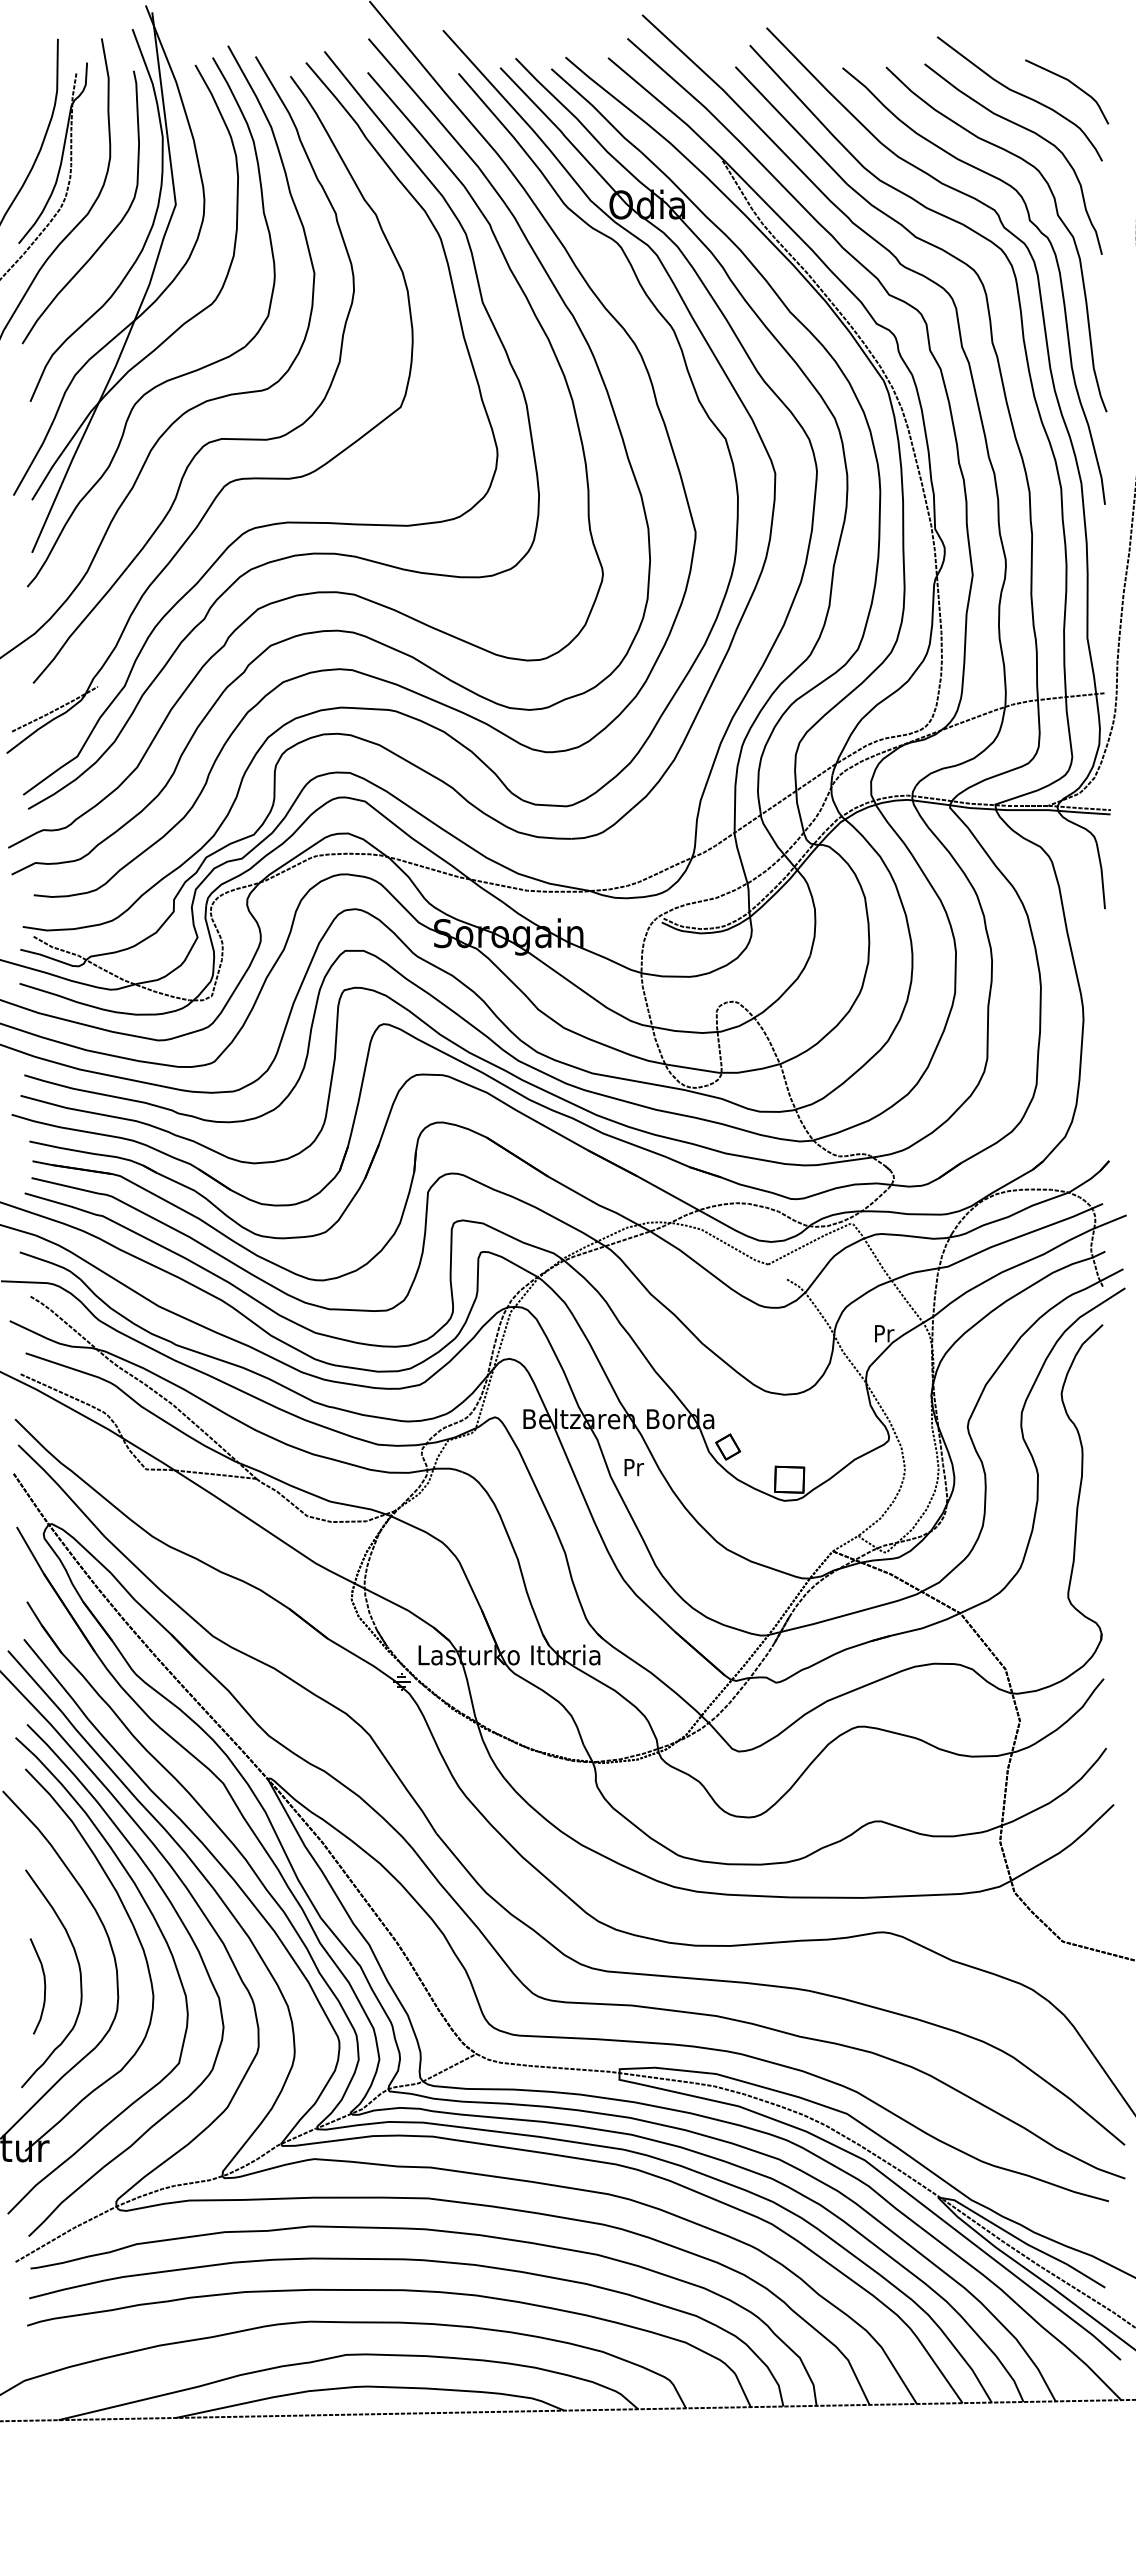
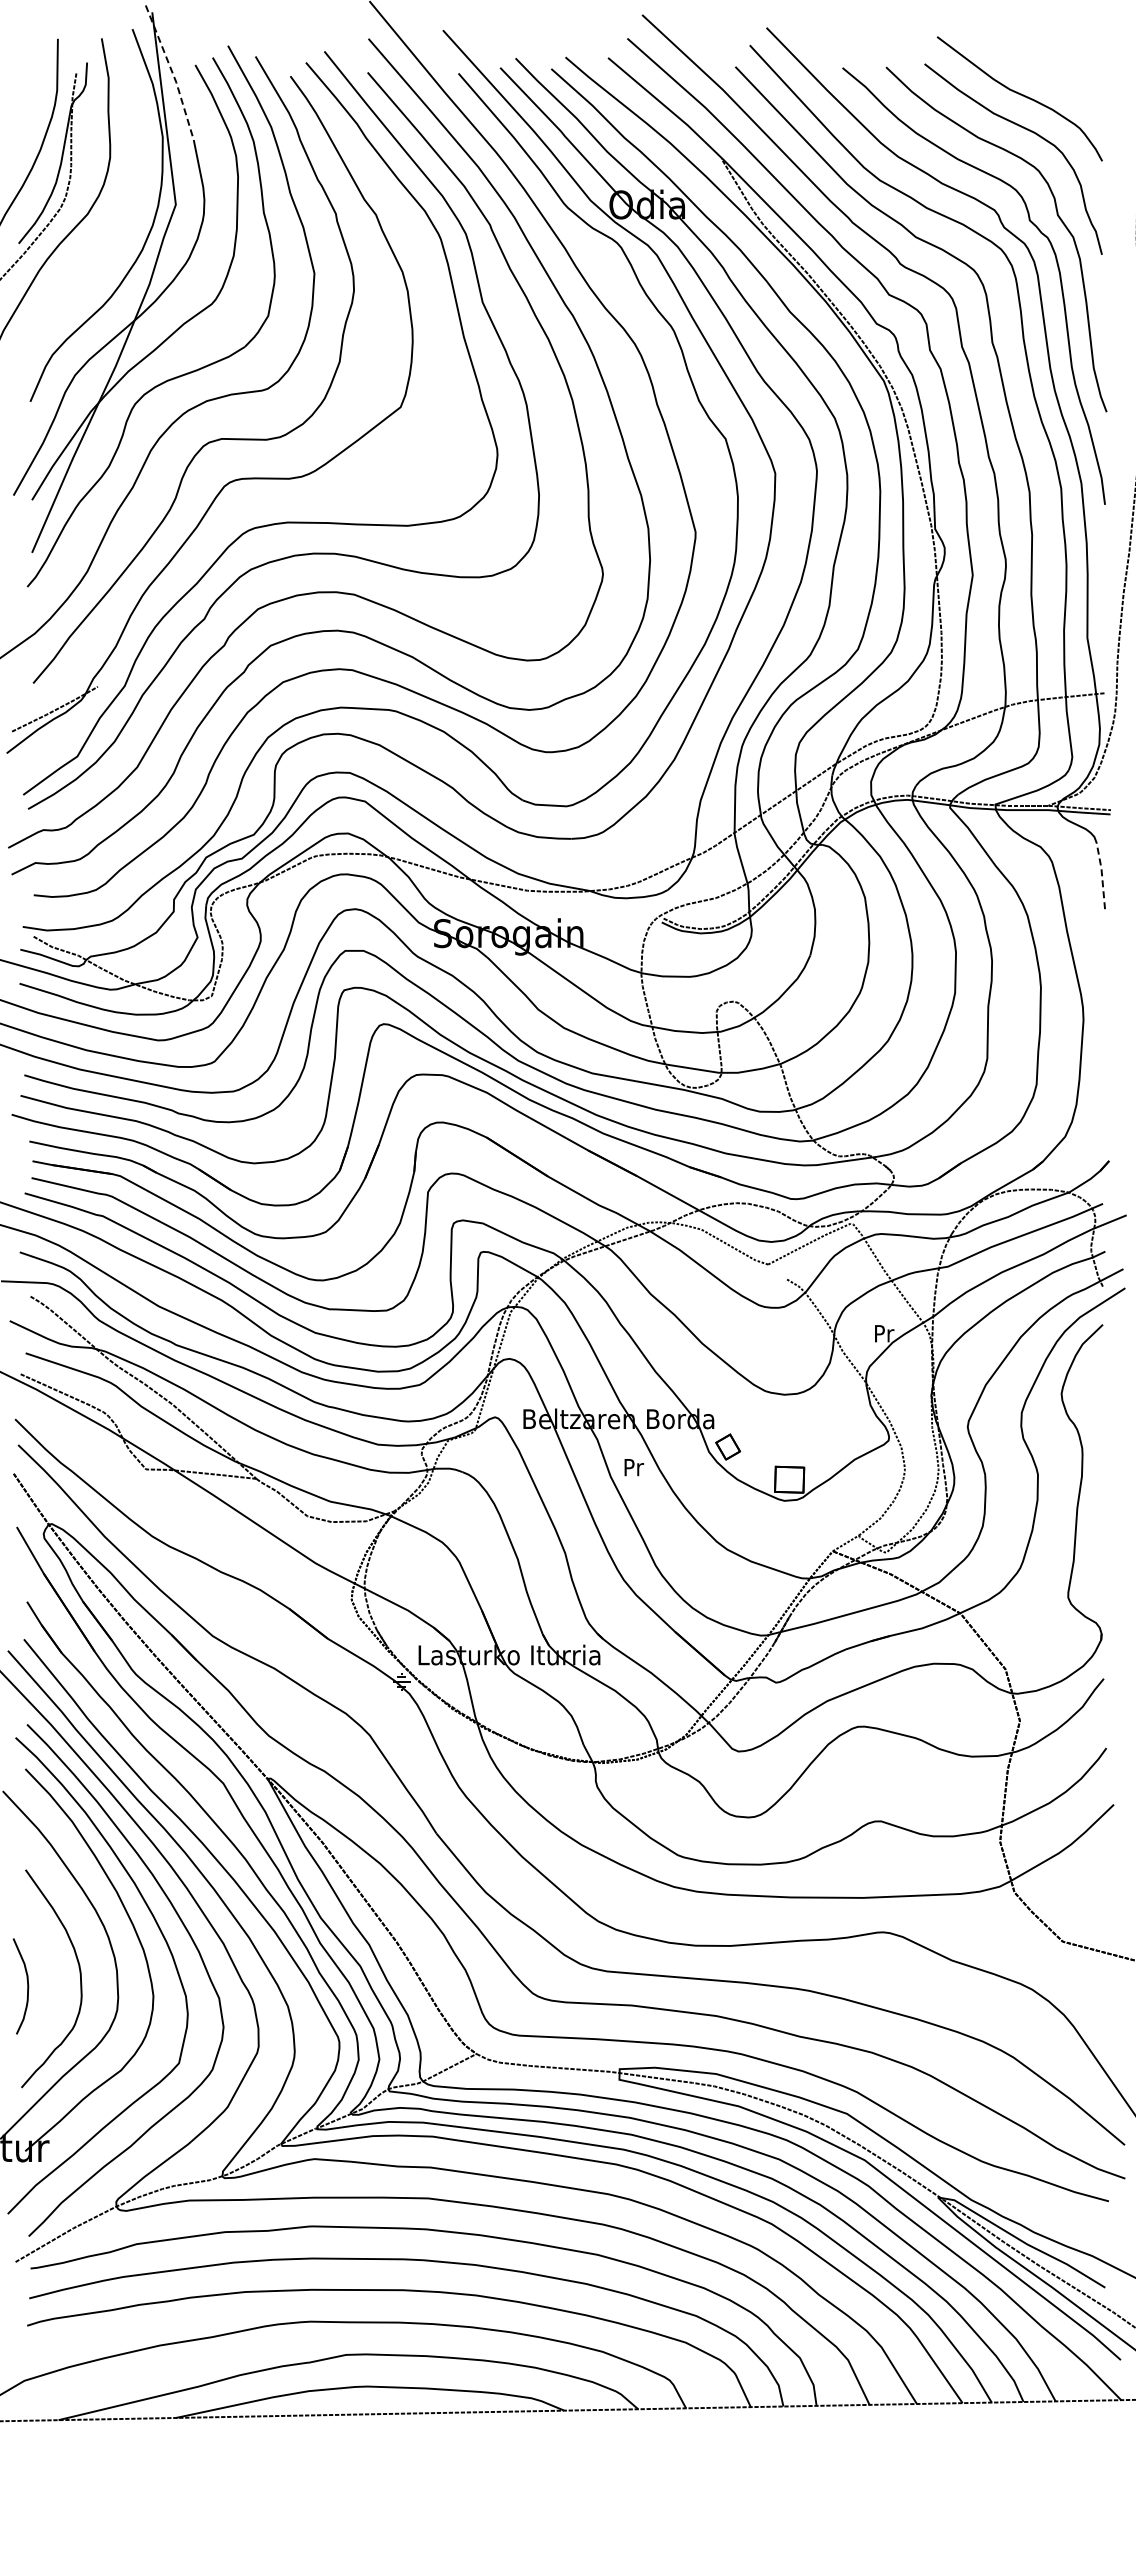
line at (172, 72): solid -> dashed
curve at (1073, 85): present -> none
curve at (109, 233): present -> none
line at (1101, 874): solid -> dashed
curve at (44, 1986) position: (44, 1986) -> (27, 1986)
